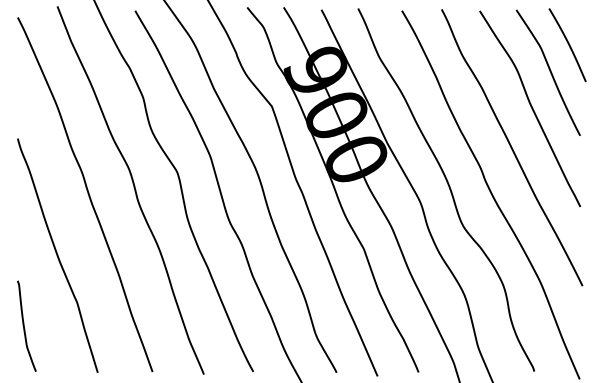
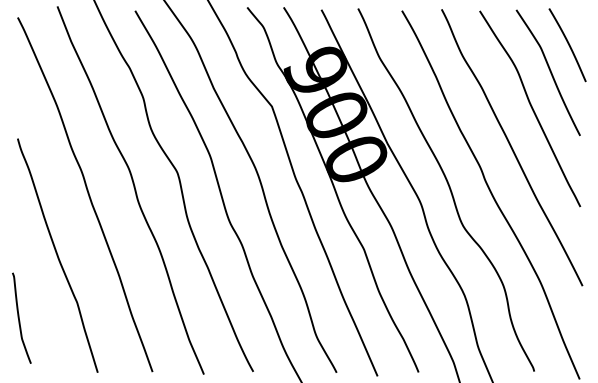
curve at (24, 325) position: (24, 325) -> (19, 317)
